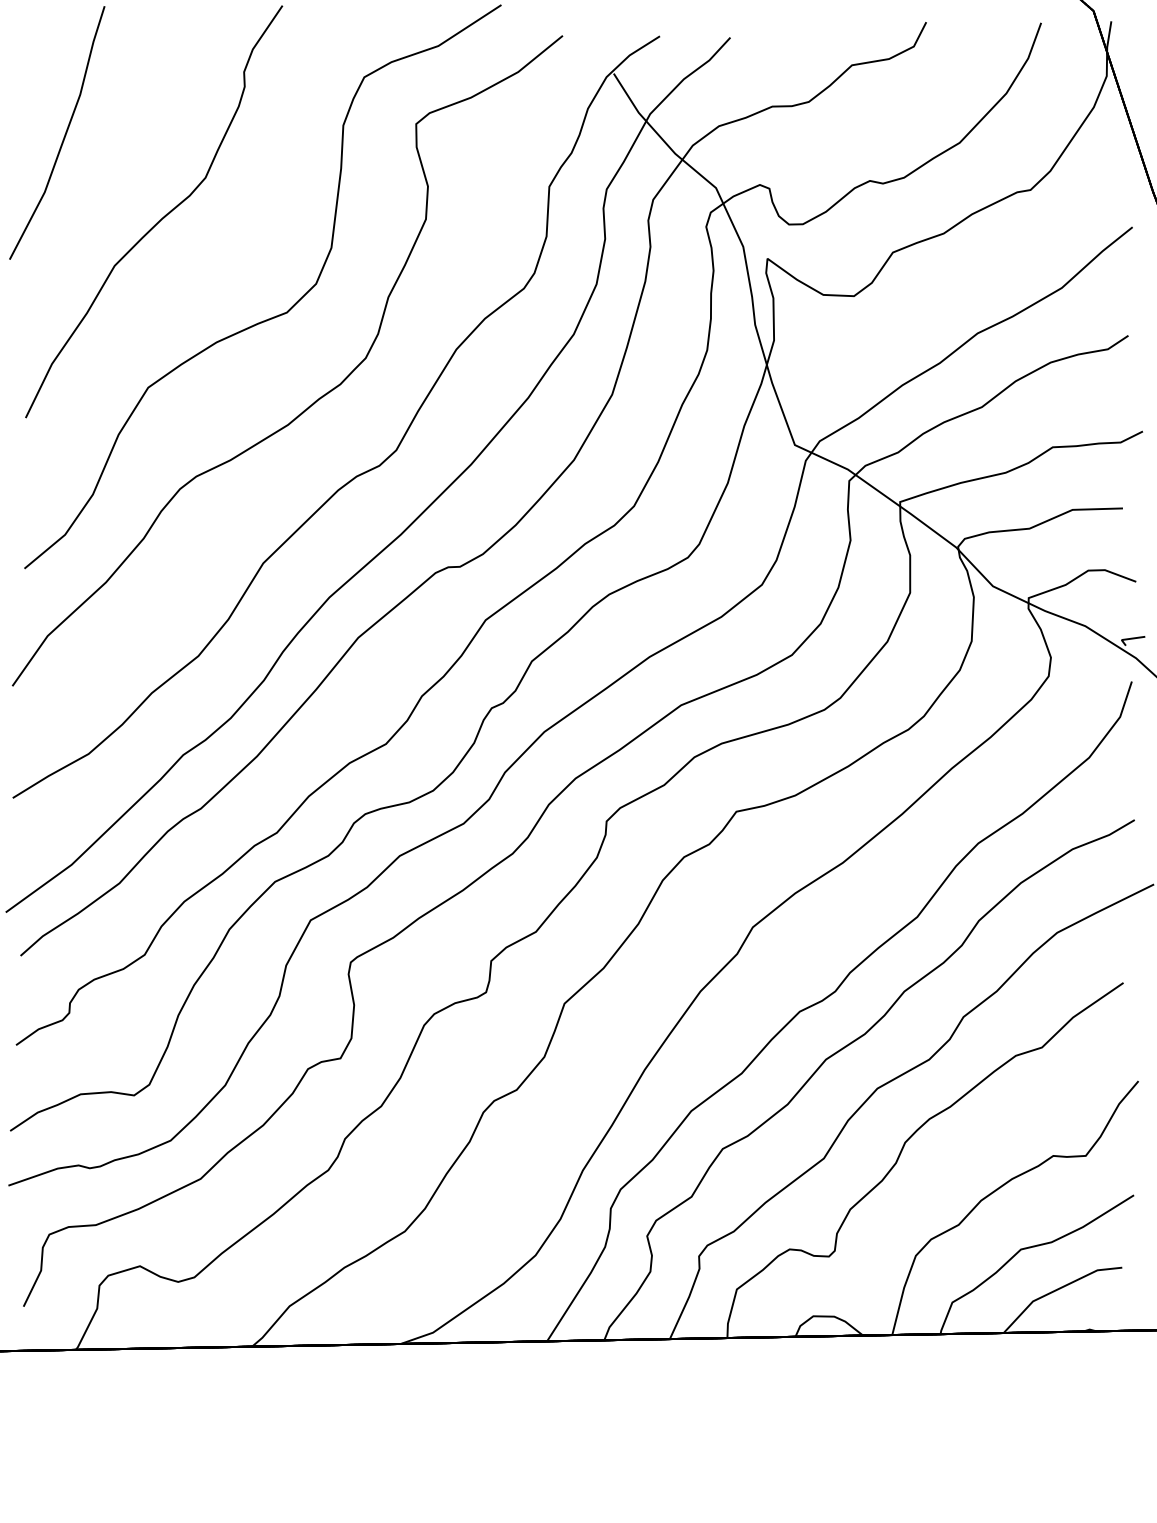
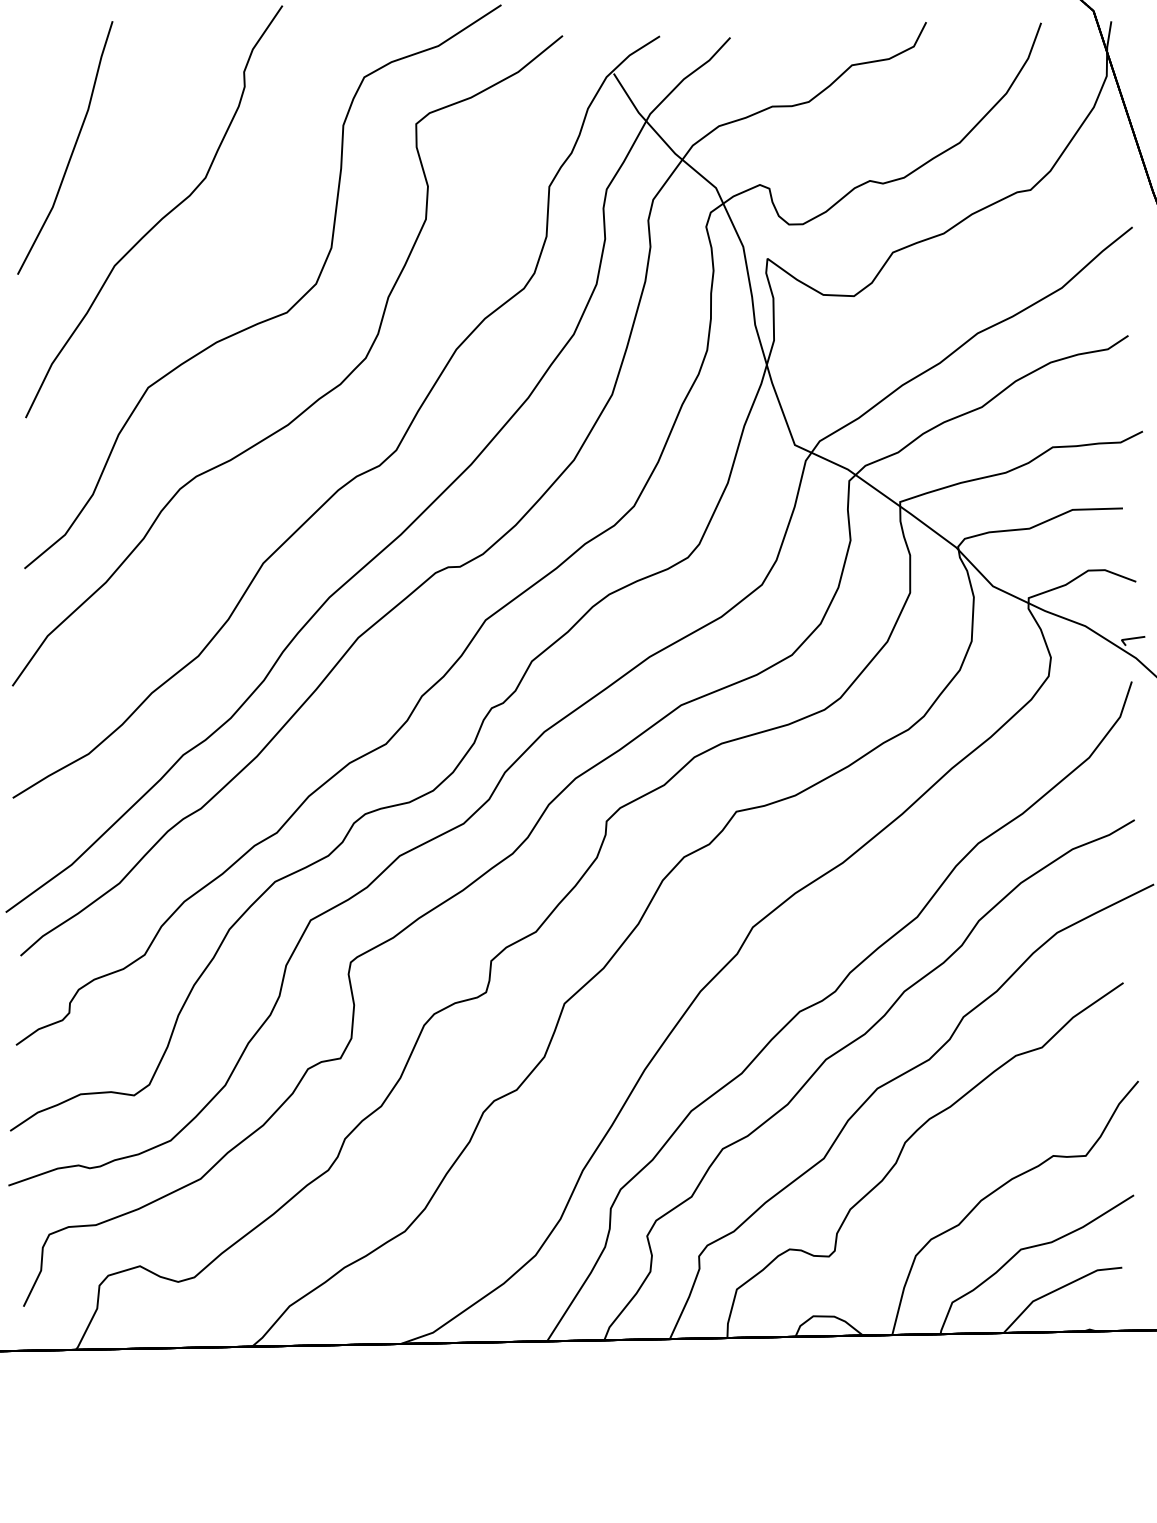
curve at (64, 134) position: (64, 134) -> (72, 149)
